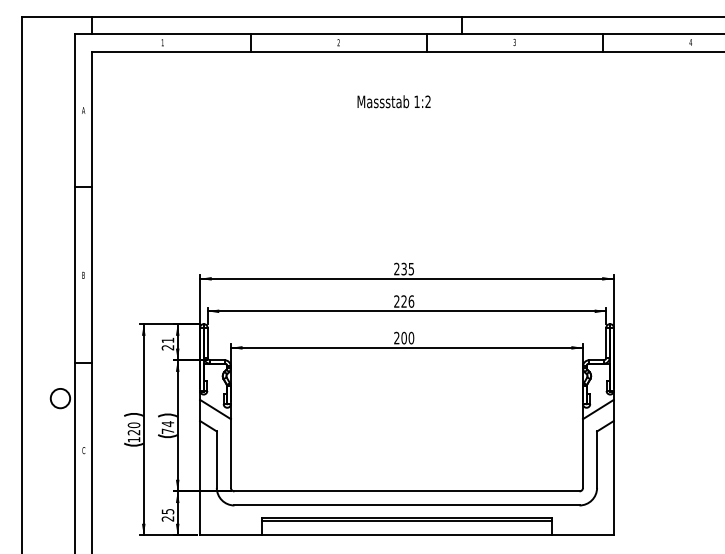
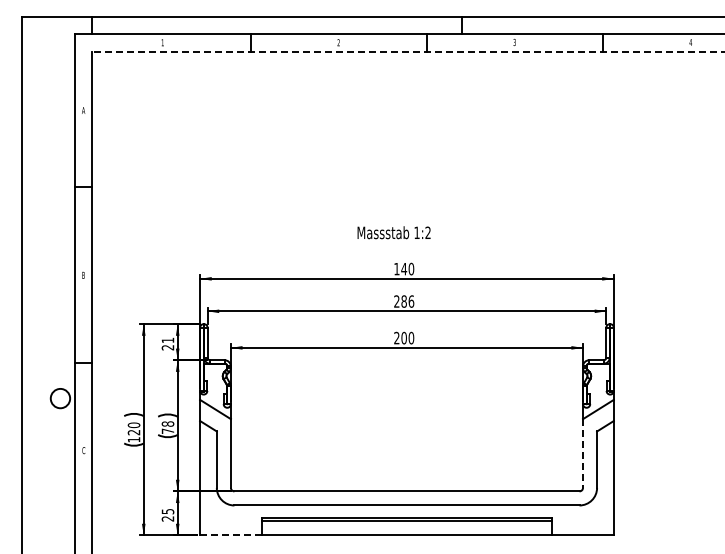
line at (407, 51): solid -> dashed
text at (393, 101) position: (393, 101) -> (393, 232)
text at (404, 268): 235 -> 140
text at (403, 301): 226 -> 286
text at (167, 424): 74 -> 78
line at (583, 454): solid -> dashed
line at (230, 535): solid -> dashed
